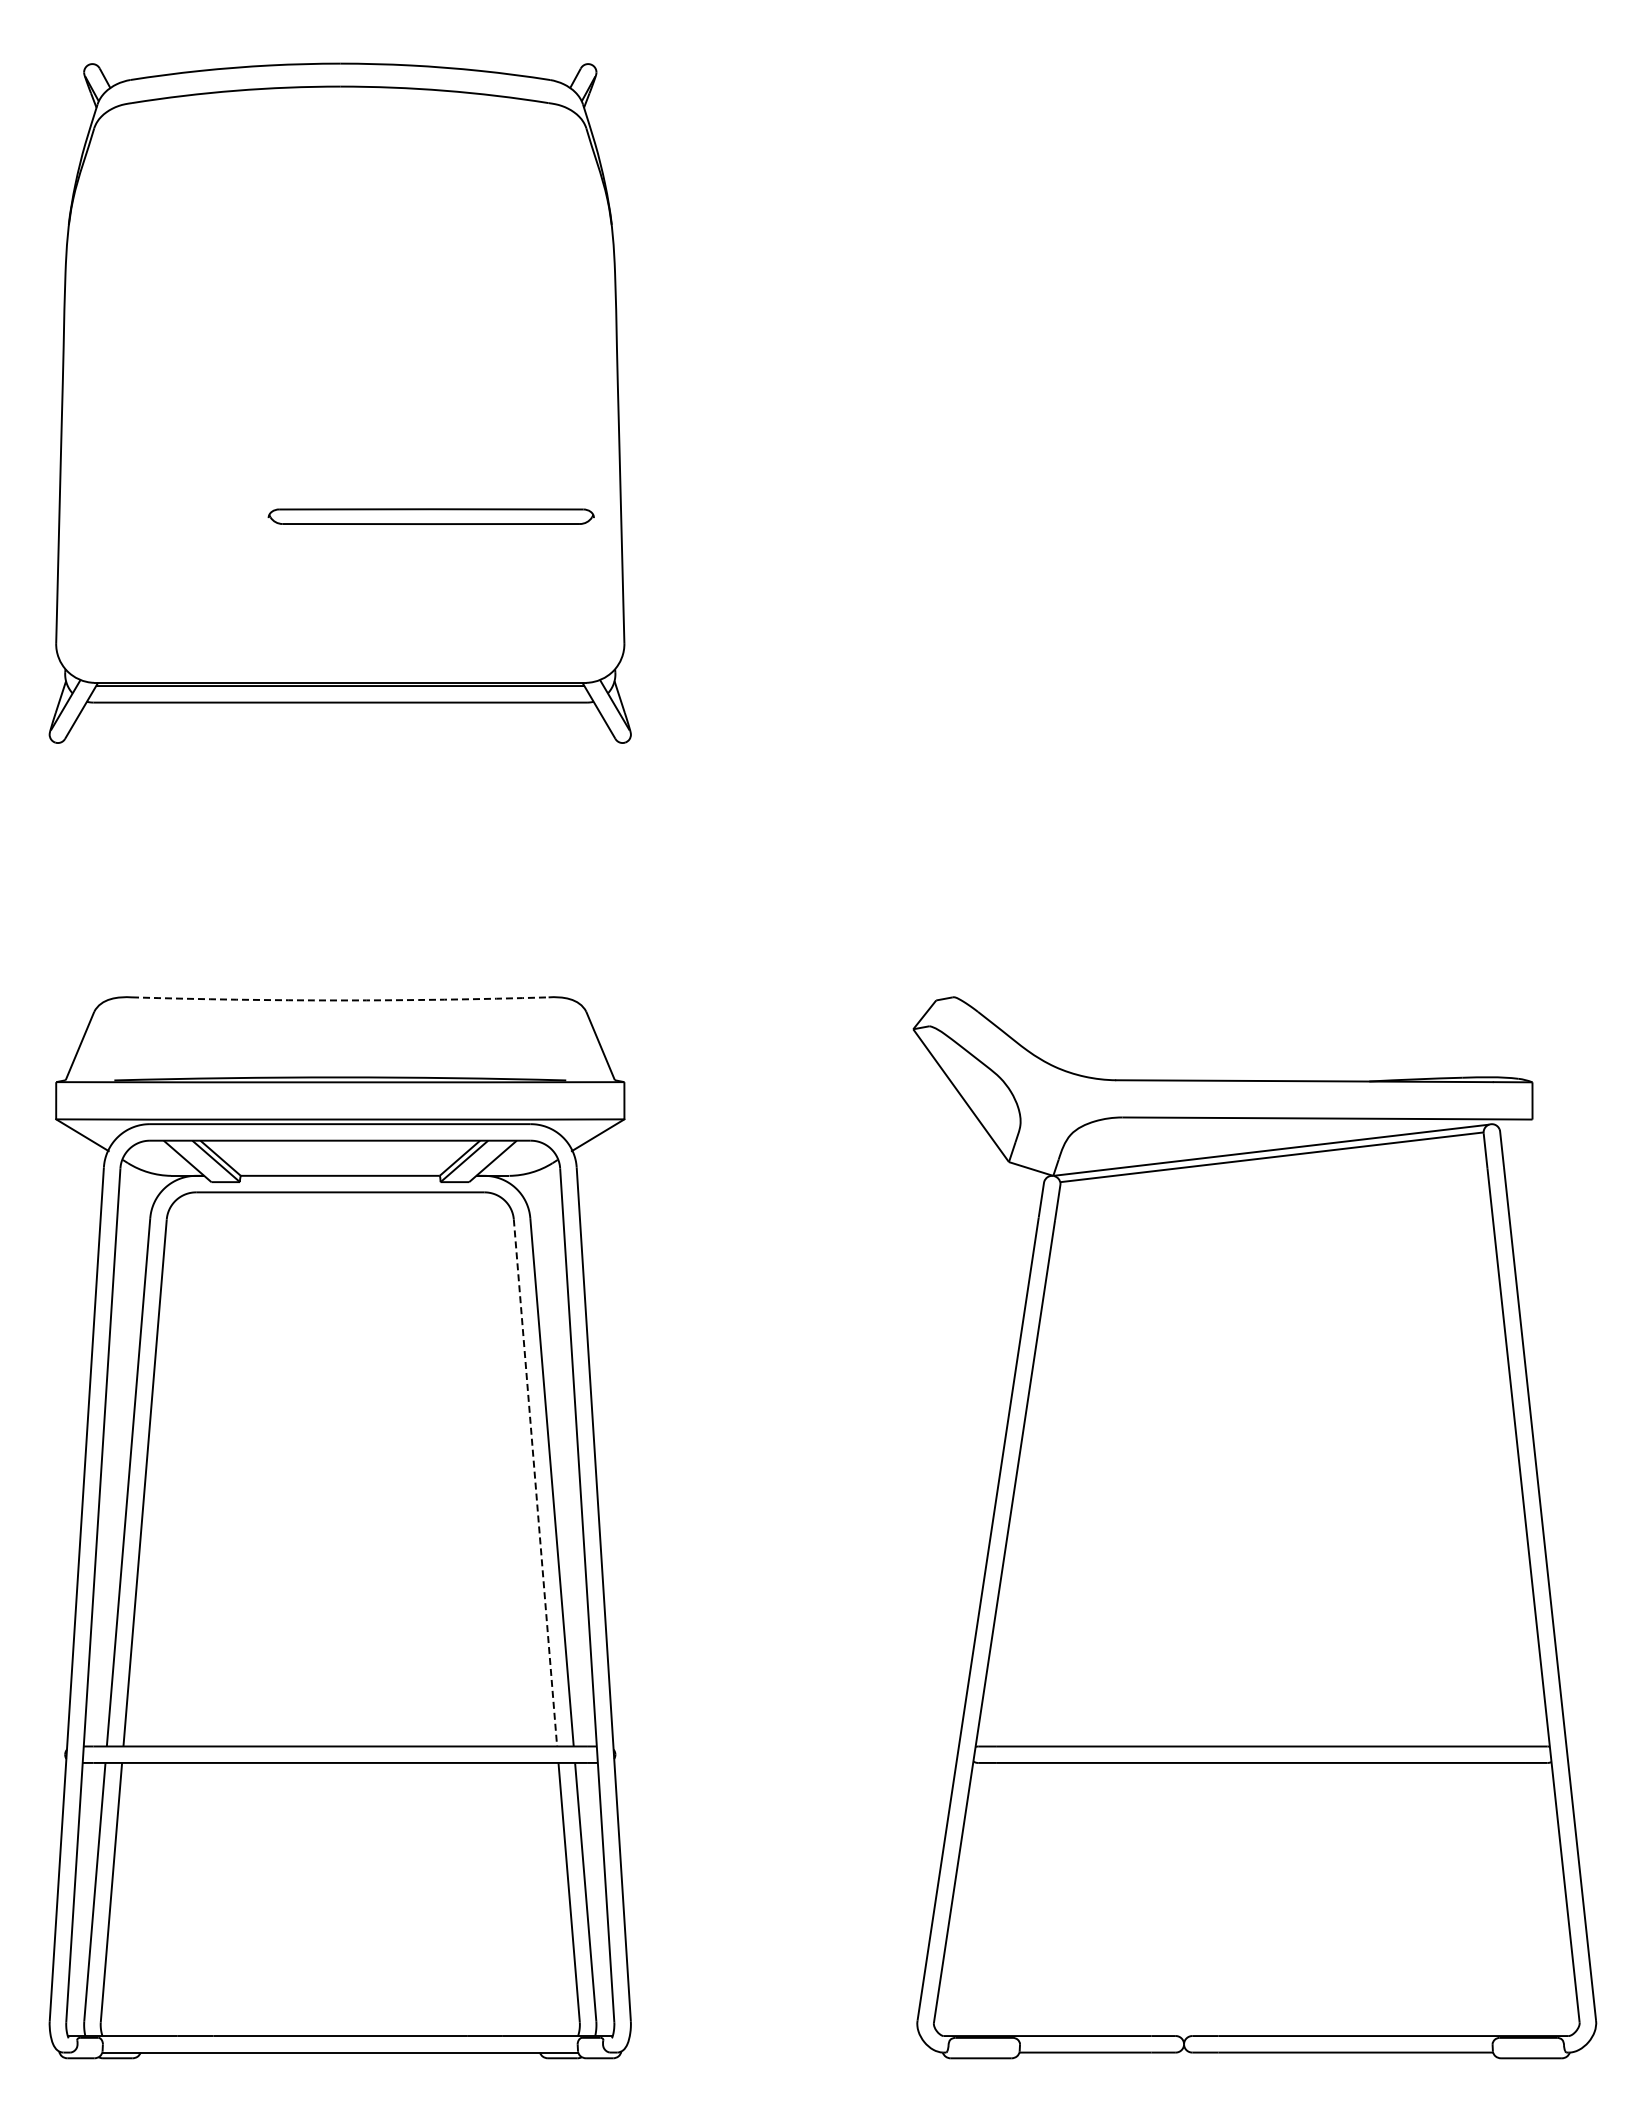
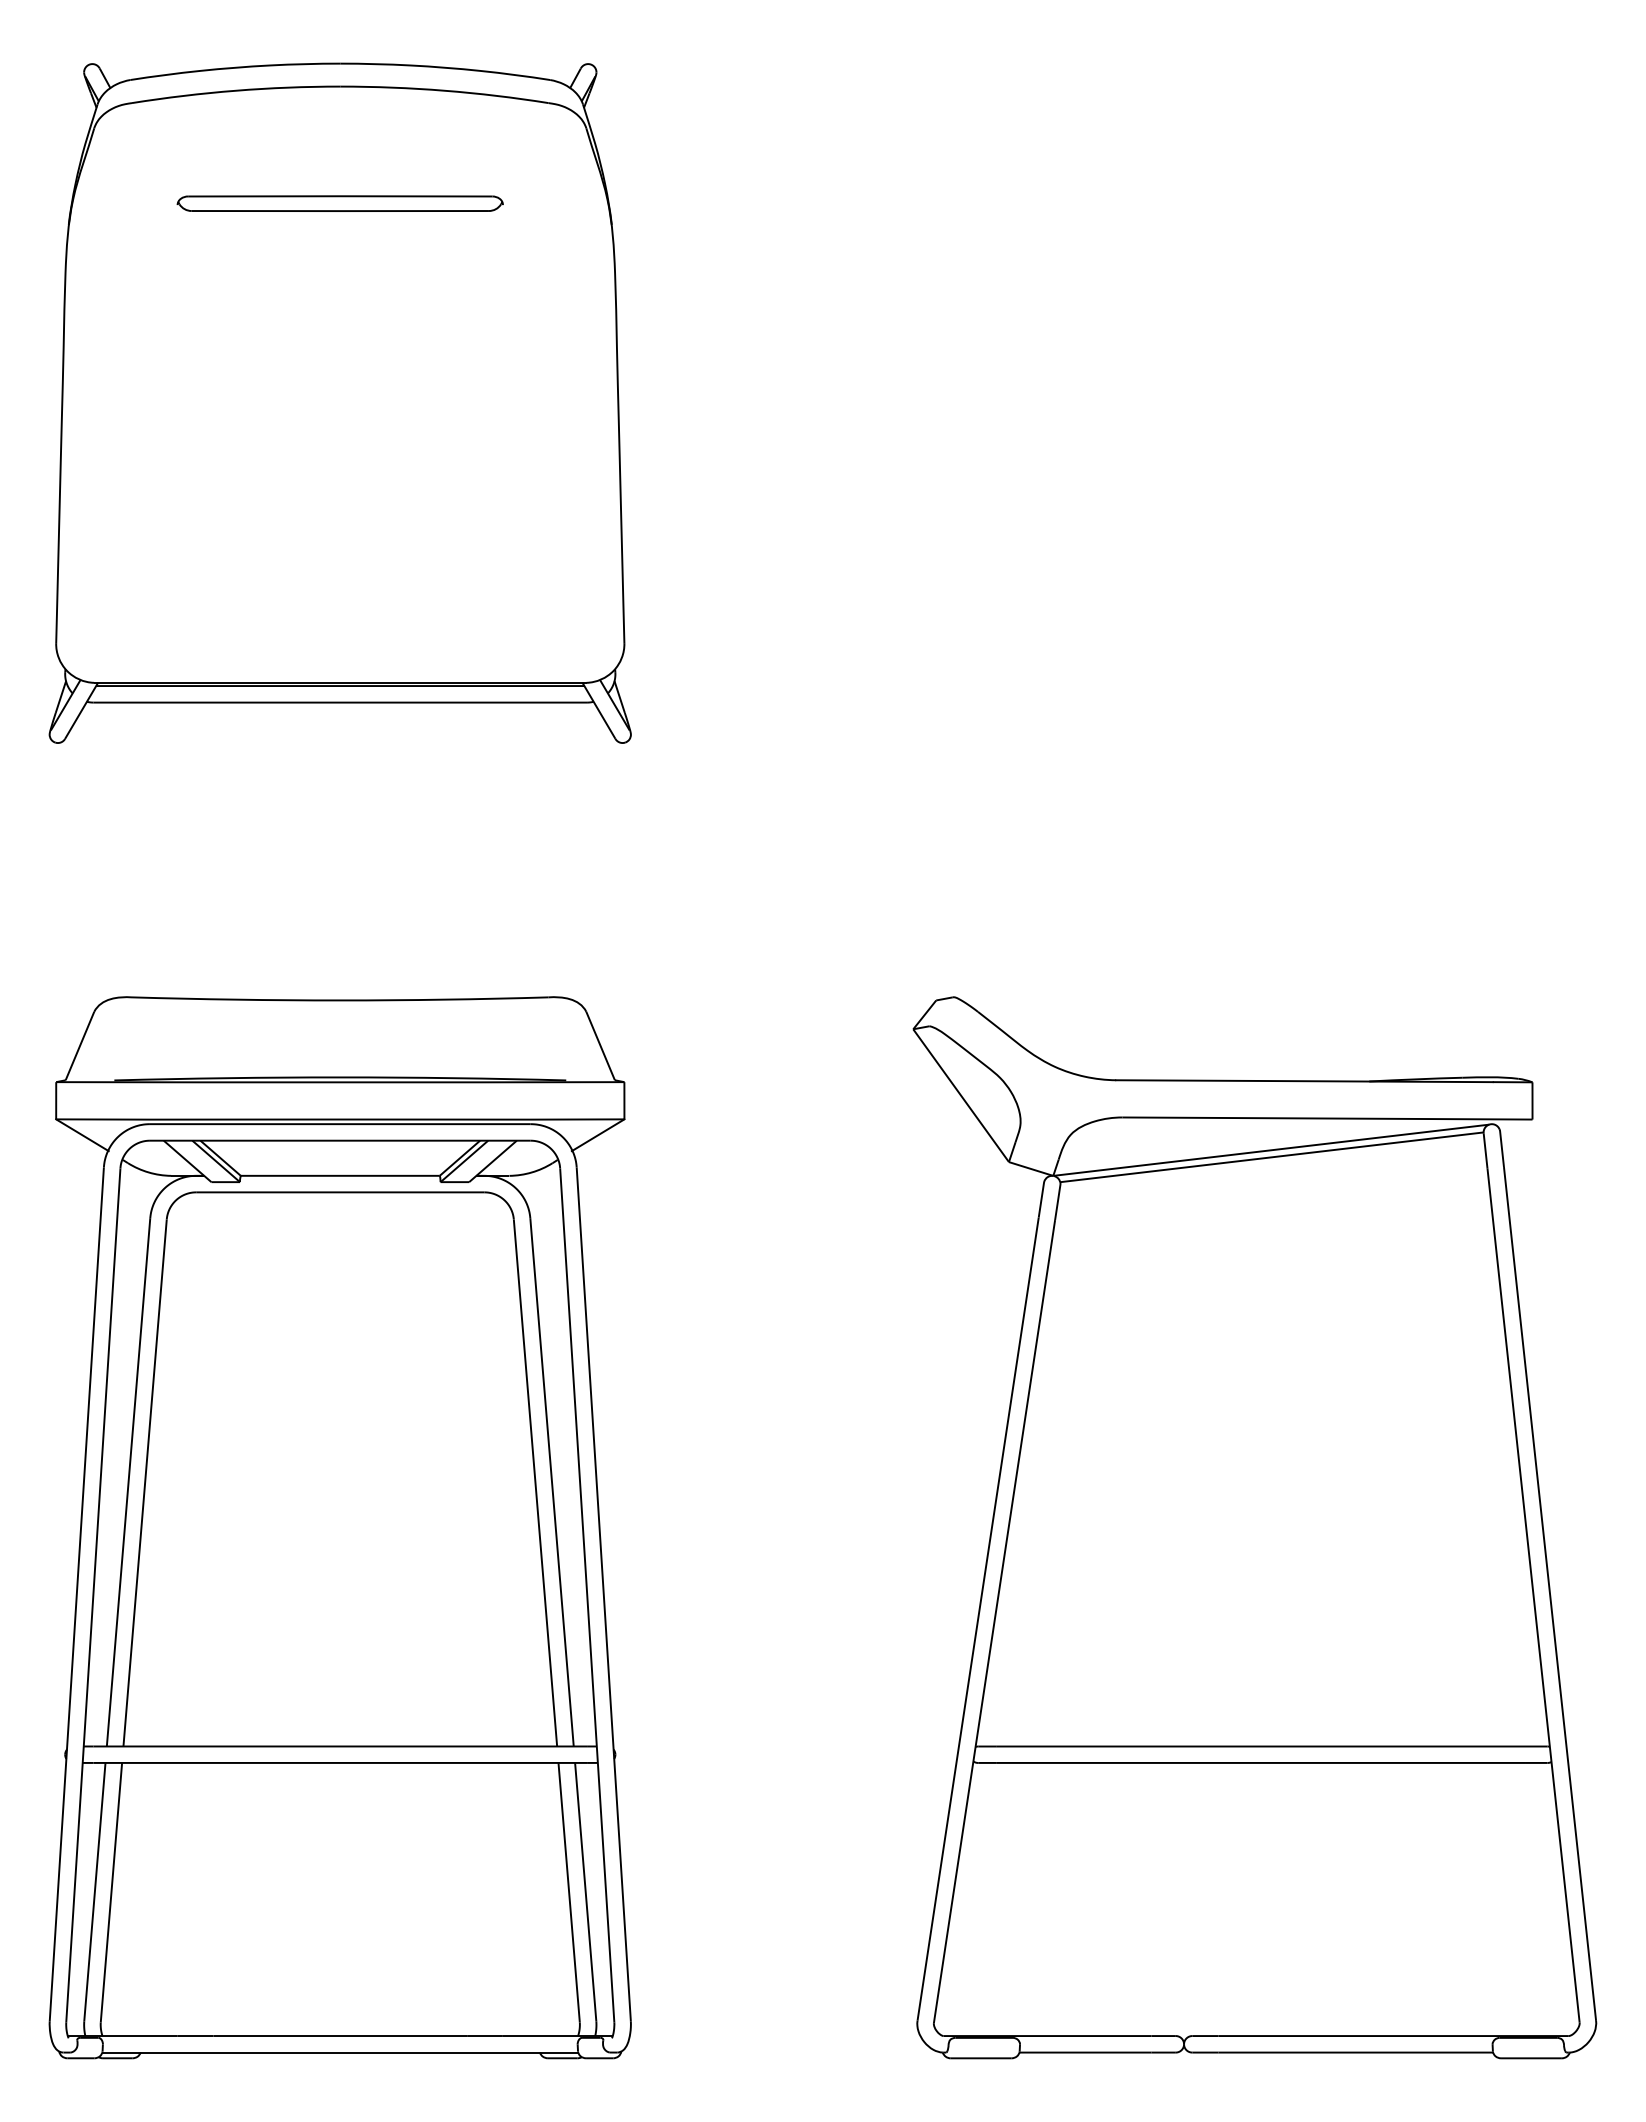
part at (430, 516) position: (430, 516) -> (339, 203)
arc at (340, 1000): dashed -> solid
line at (535, 1483): dashed -> solid
